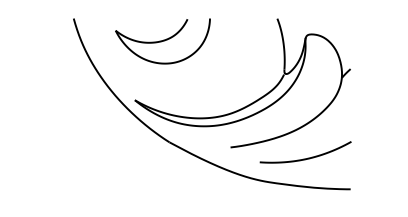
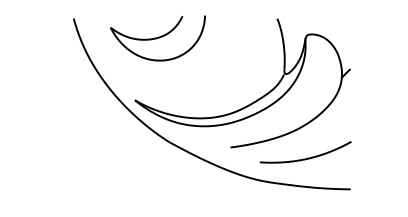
part at (162, 41) position: (162, 41) -> (157, 38)
